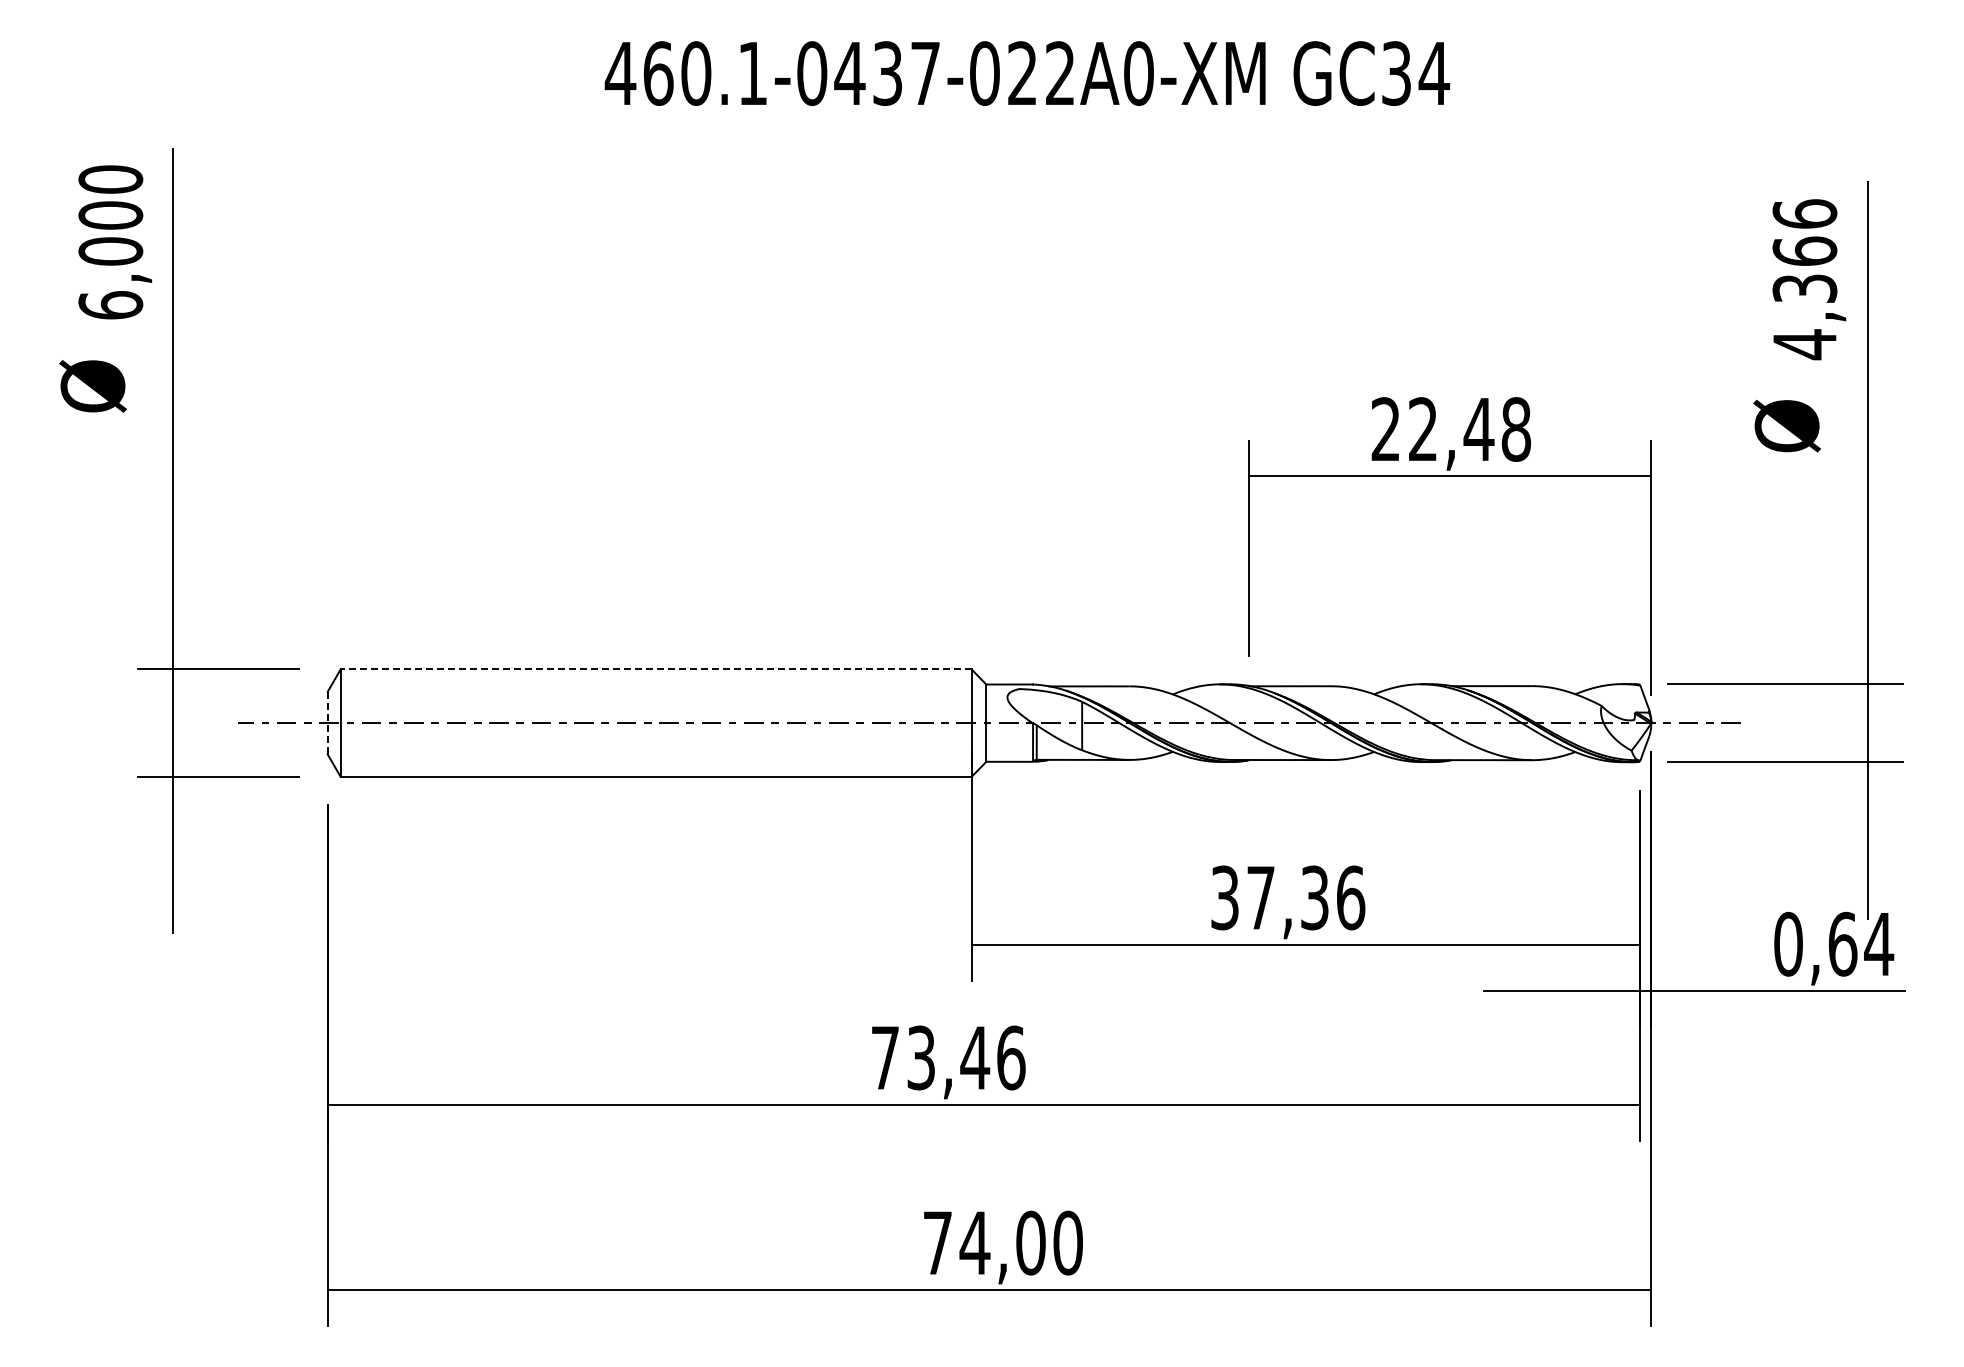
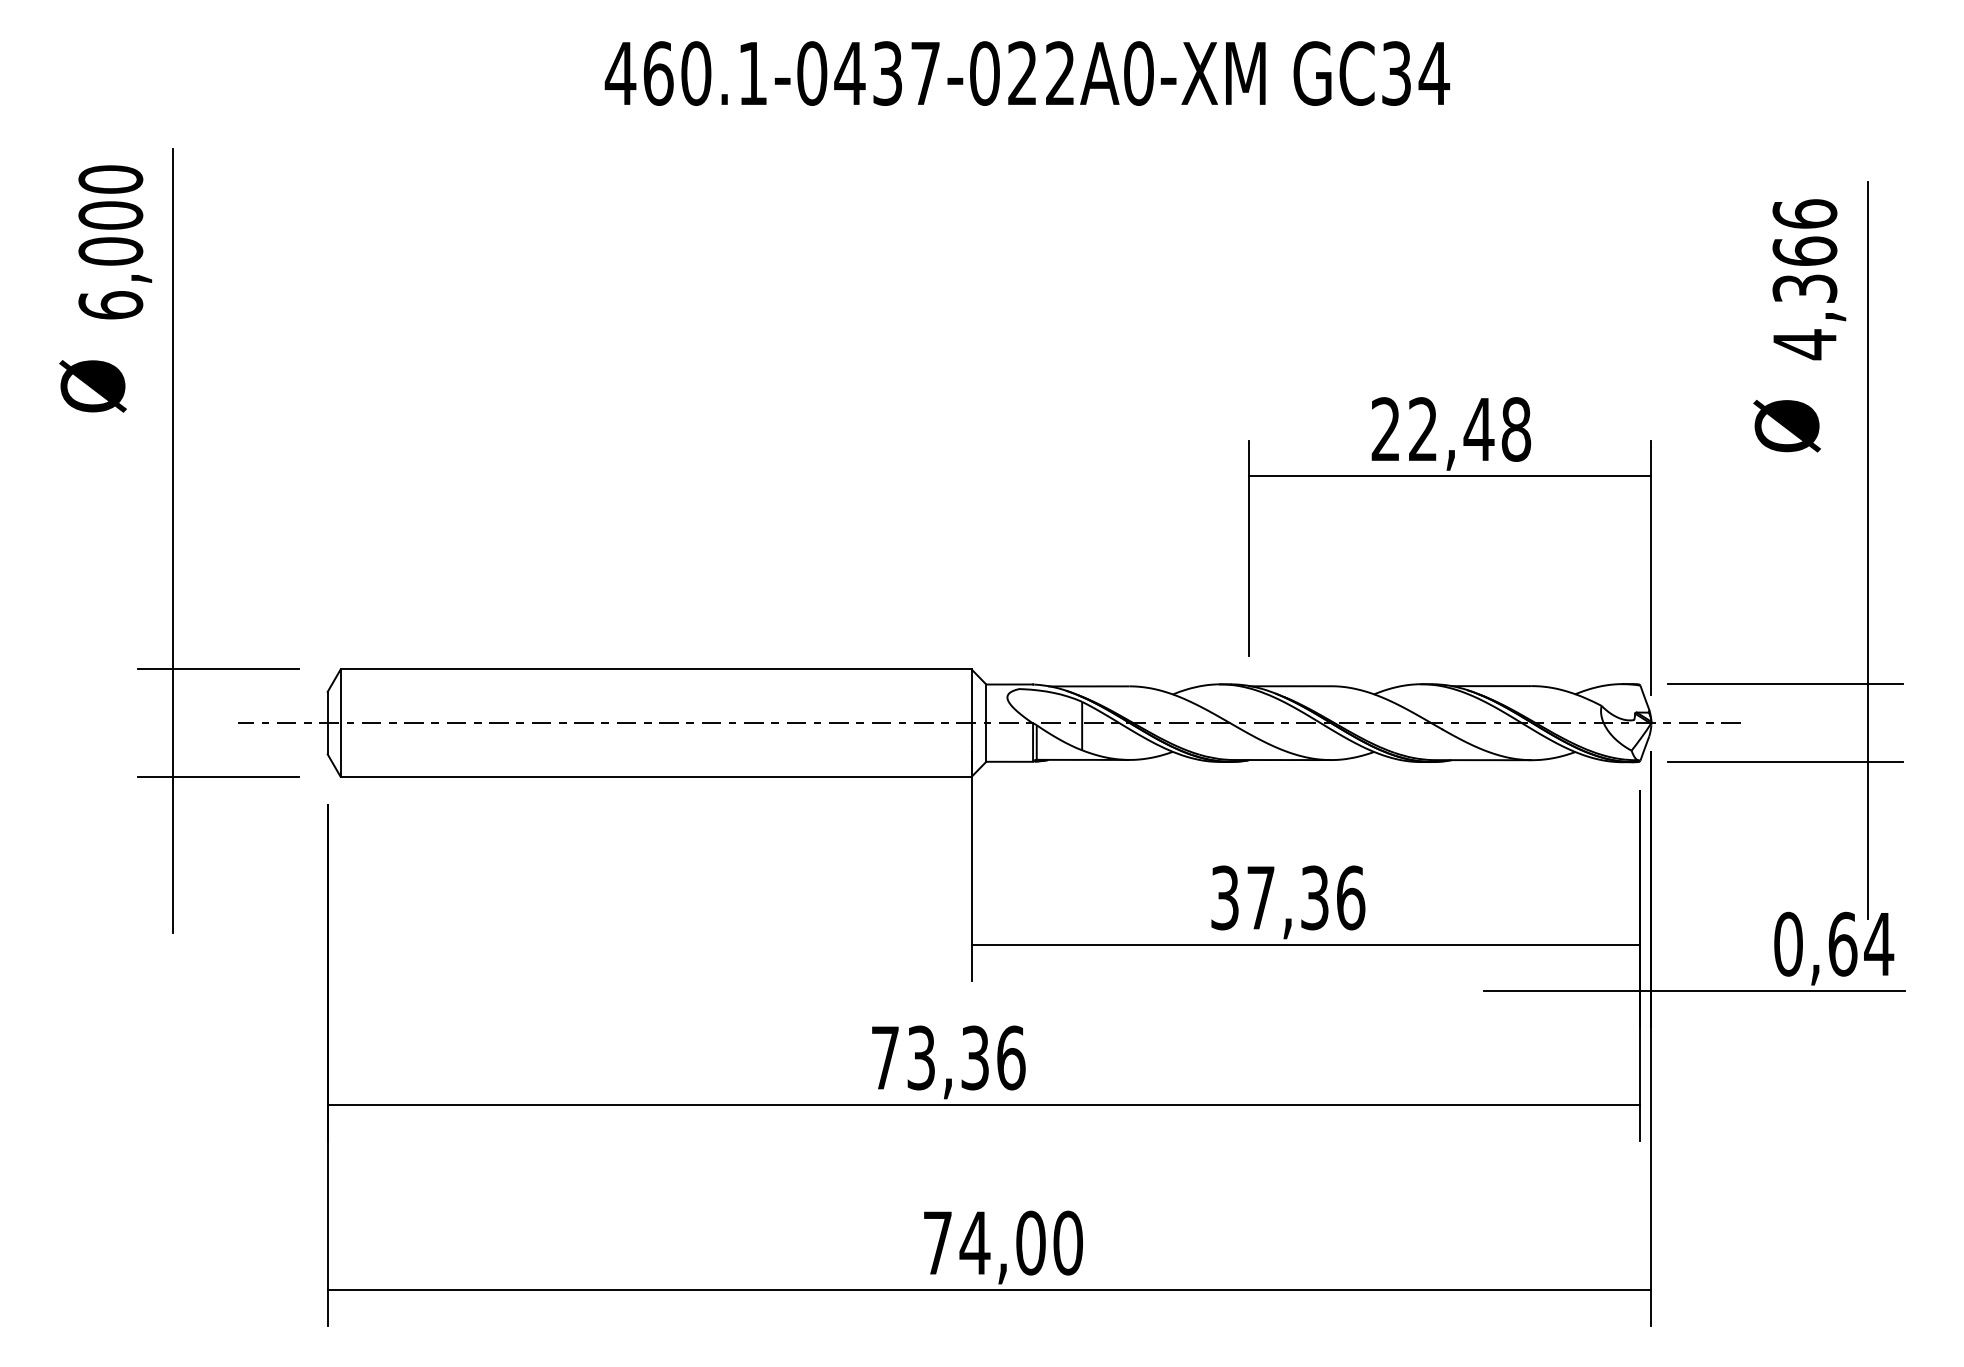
line at (656, 669): dashed -> solid
line at (327, 723): dashed -> solid
text at (975, 1057): 73,46 -> 73,36
